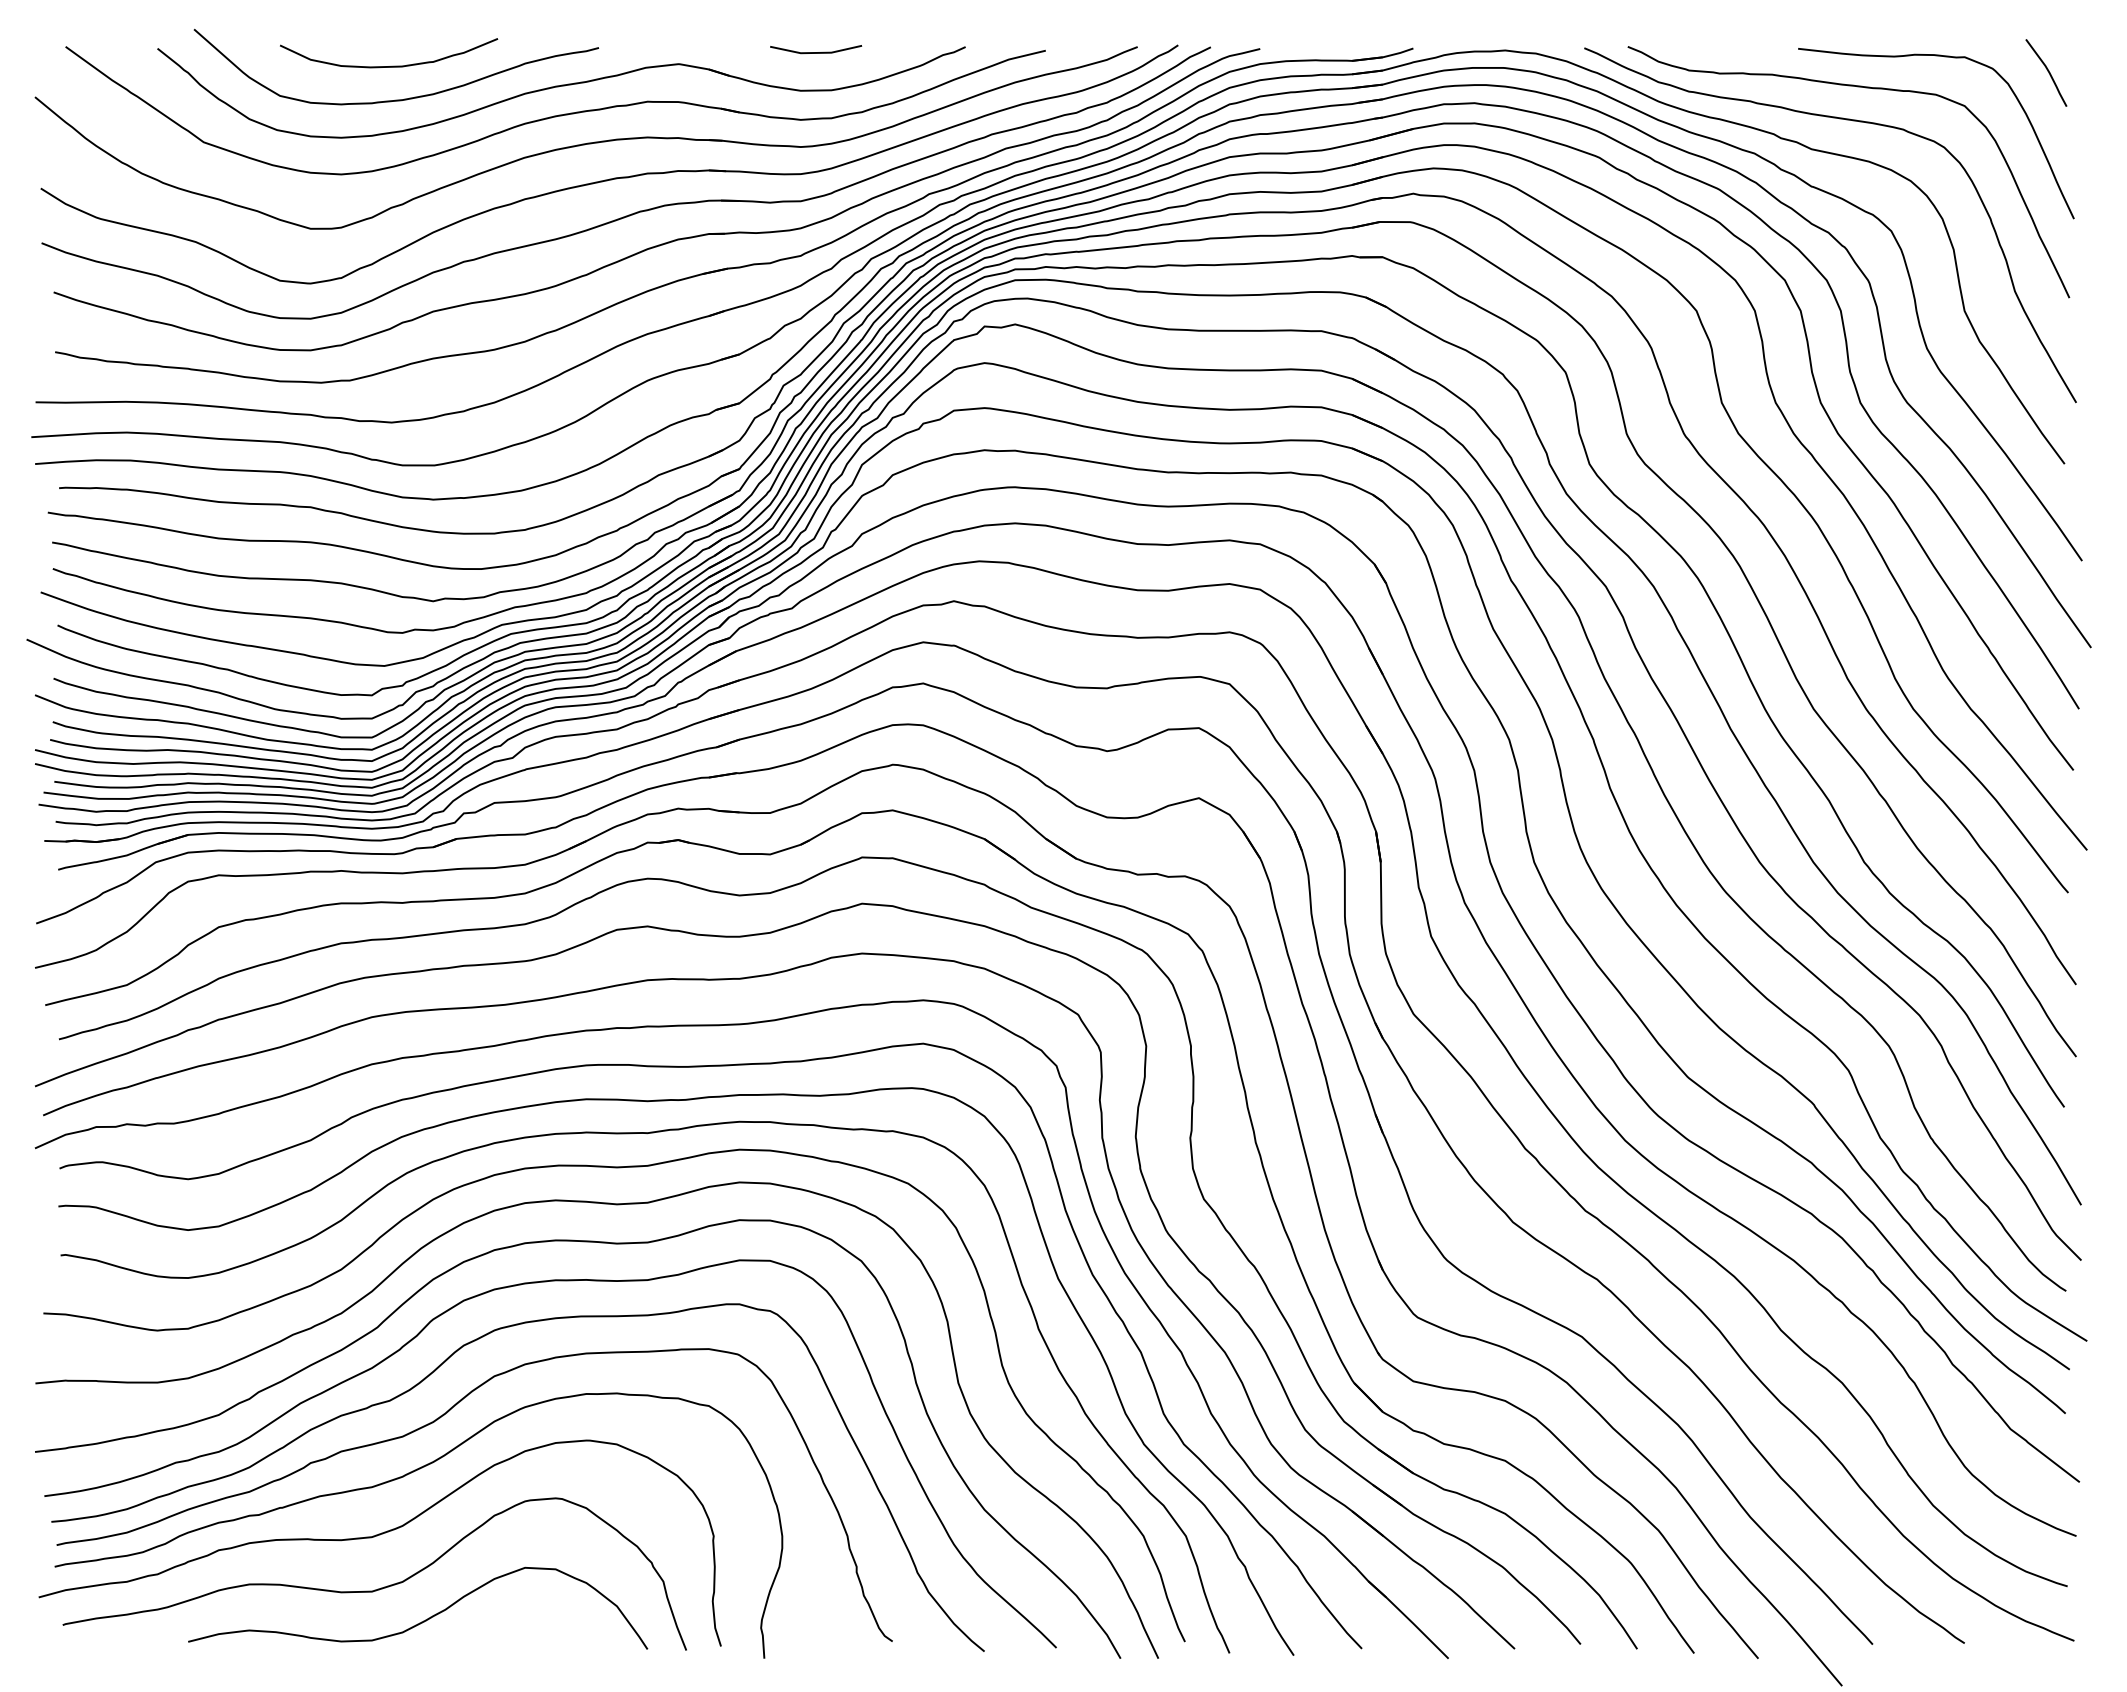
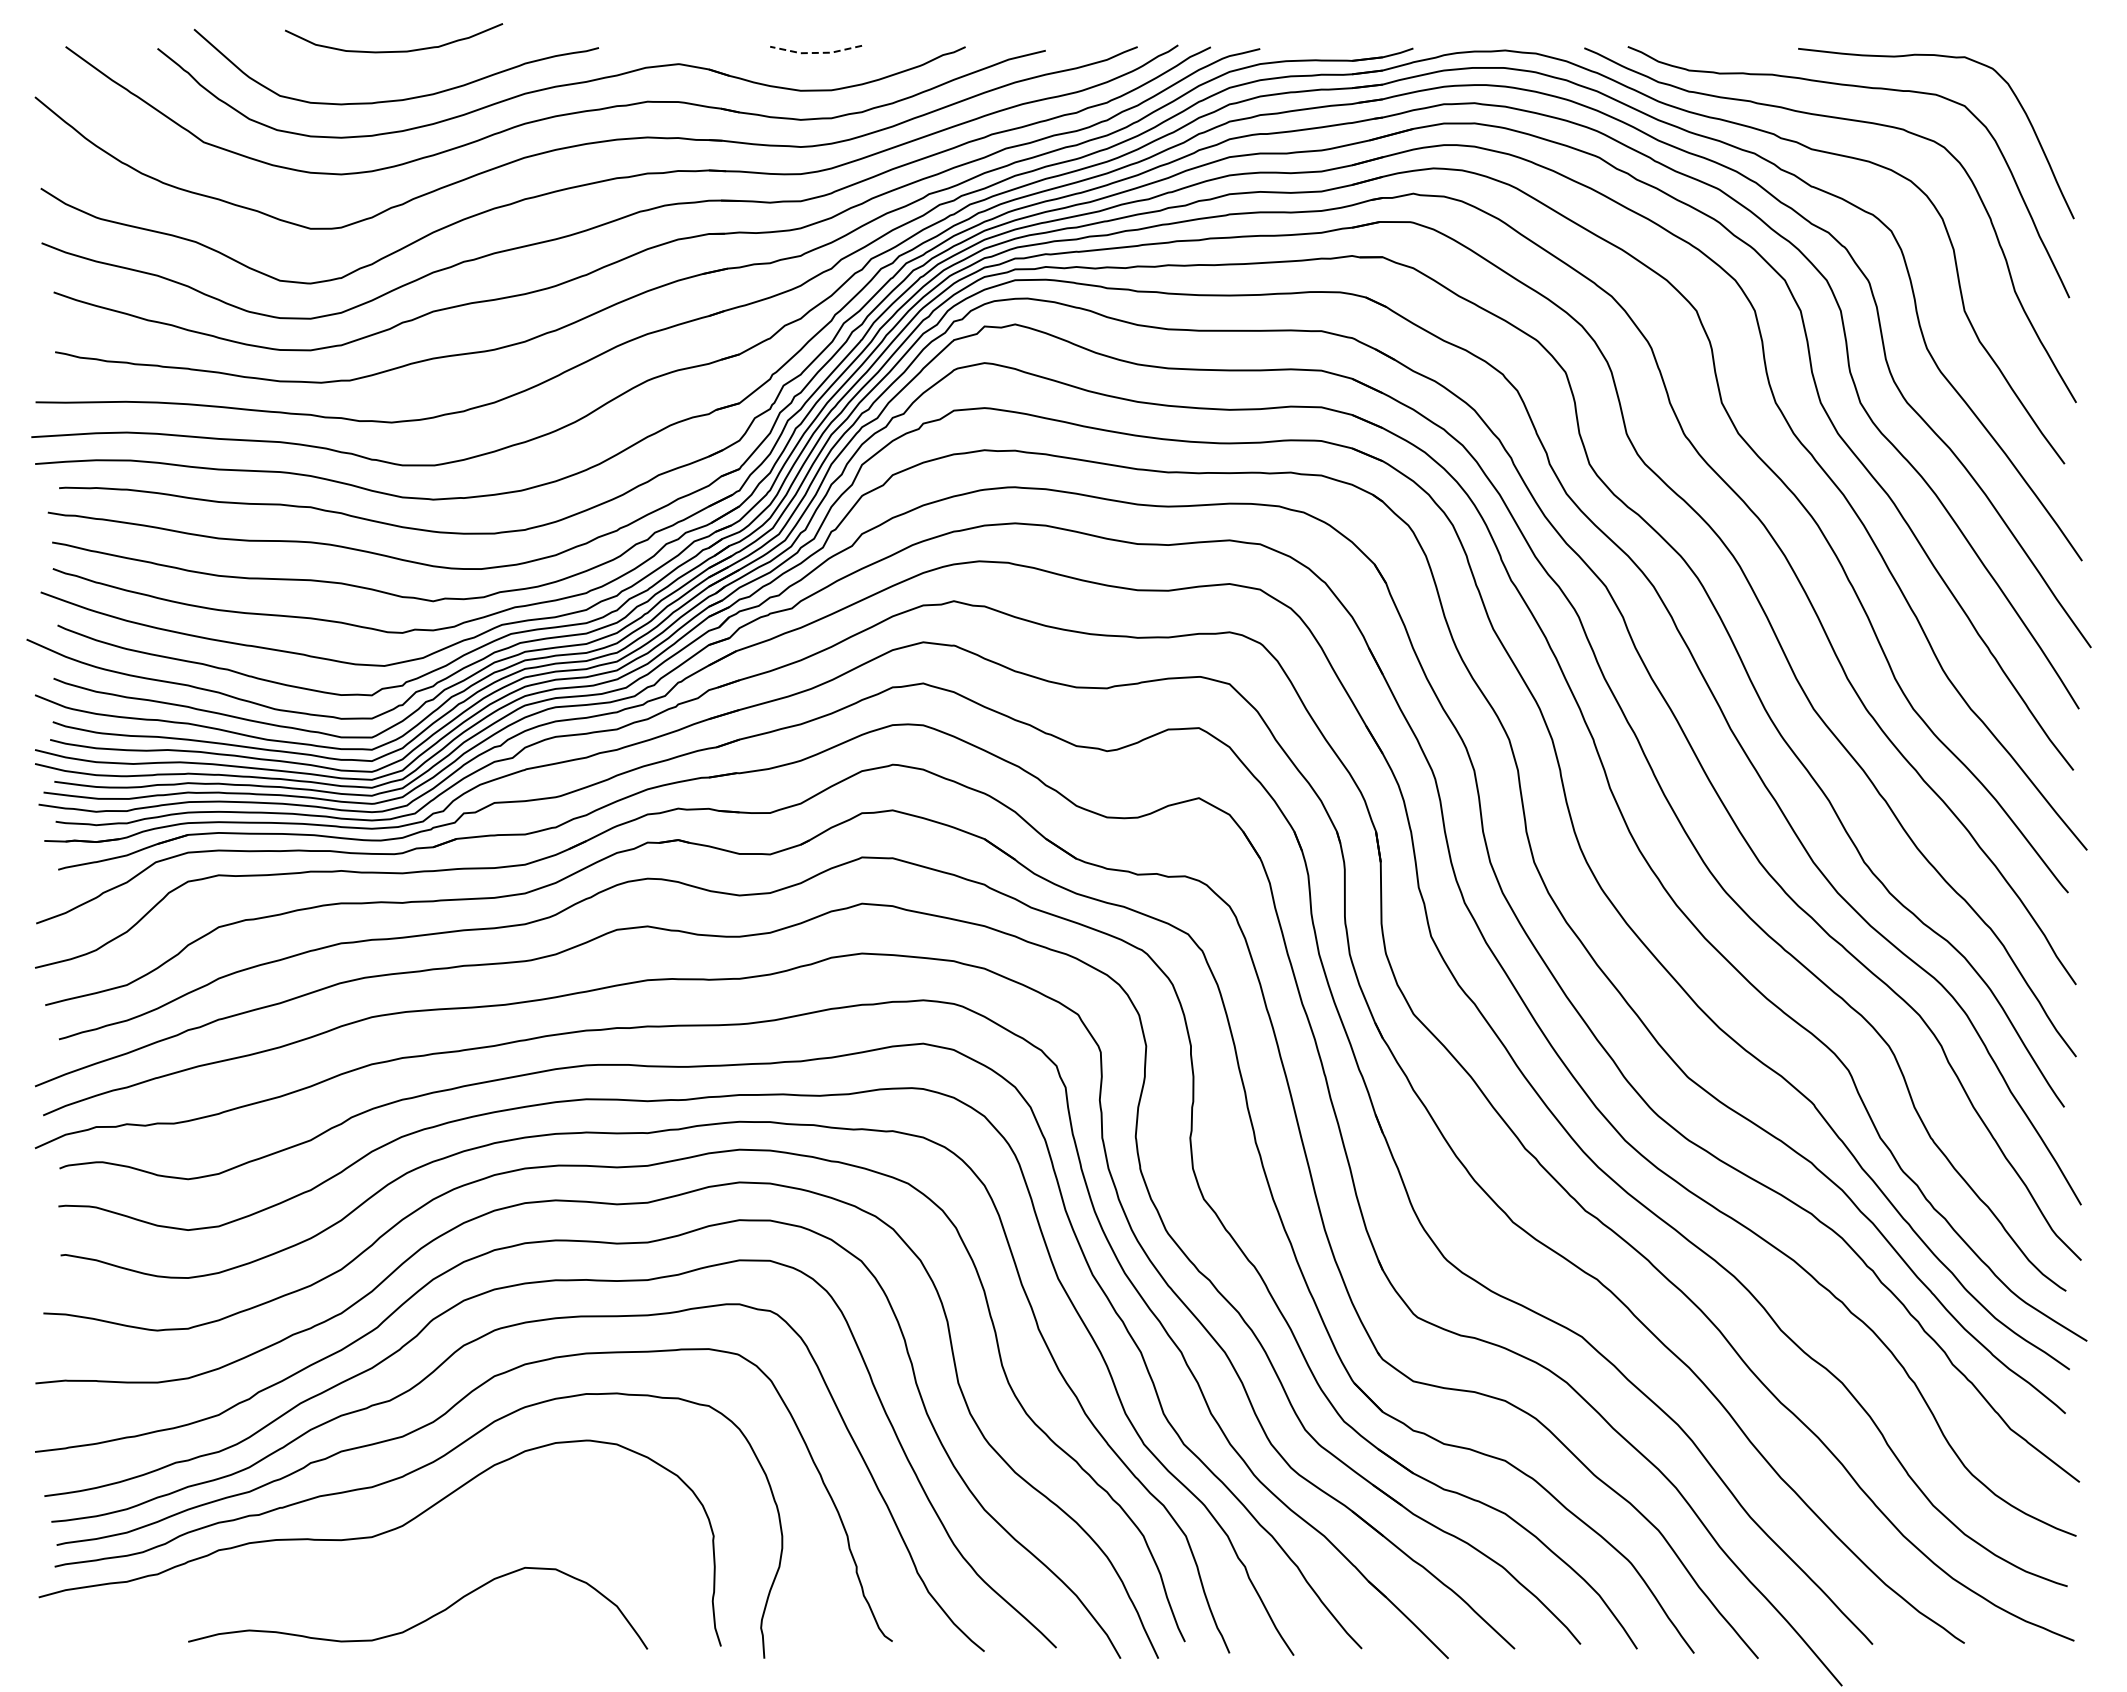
line at (815, 52): solid -> dashed
curve at (391, 65) position: (391, 65) -> (396, 50)
curve at (2047, 71): present -> none
curve at (378, 1588): present -> none
